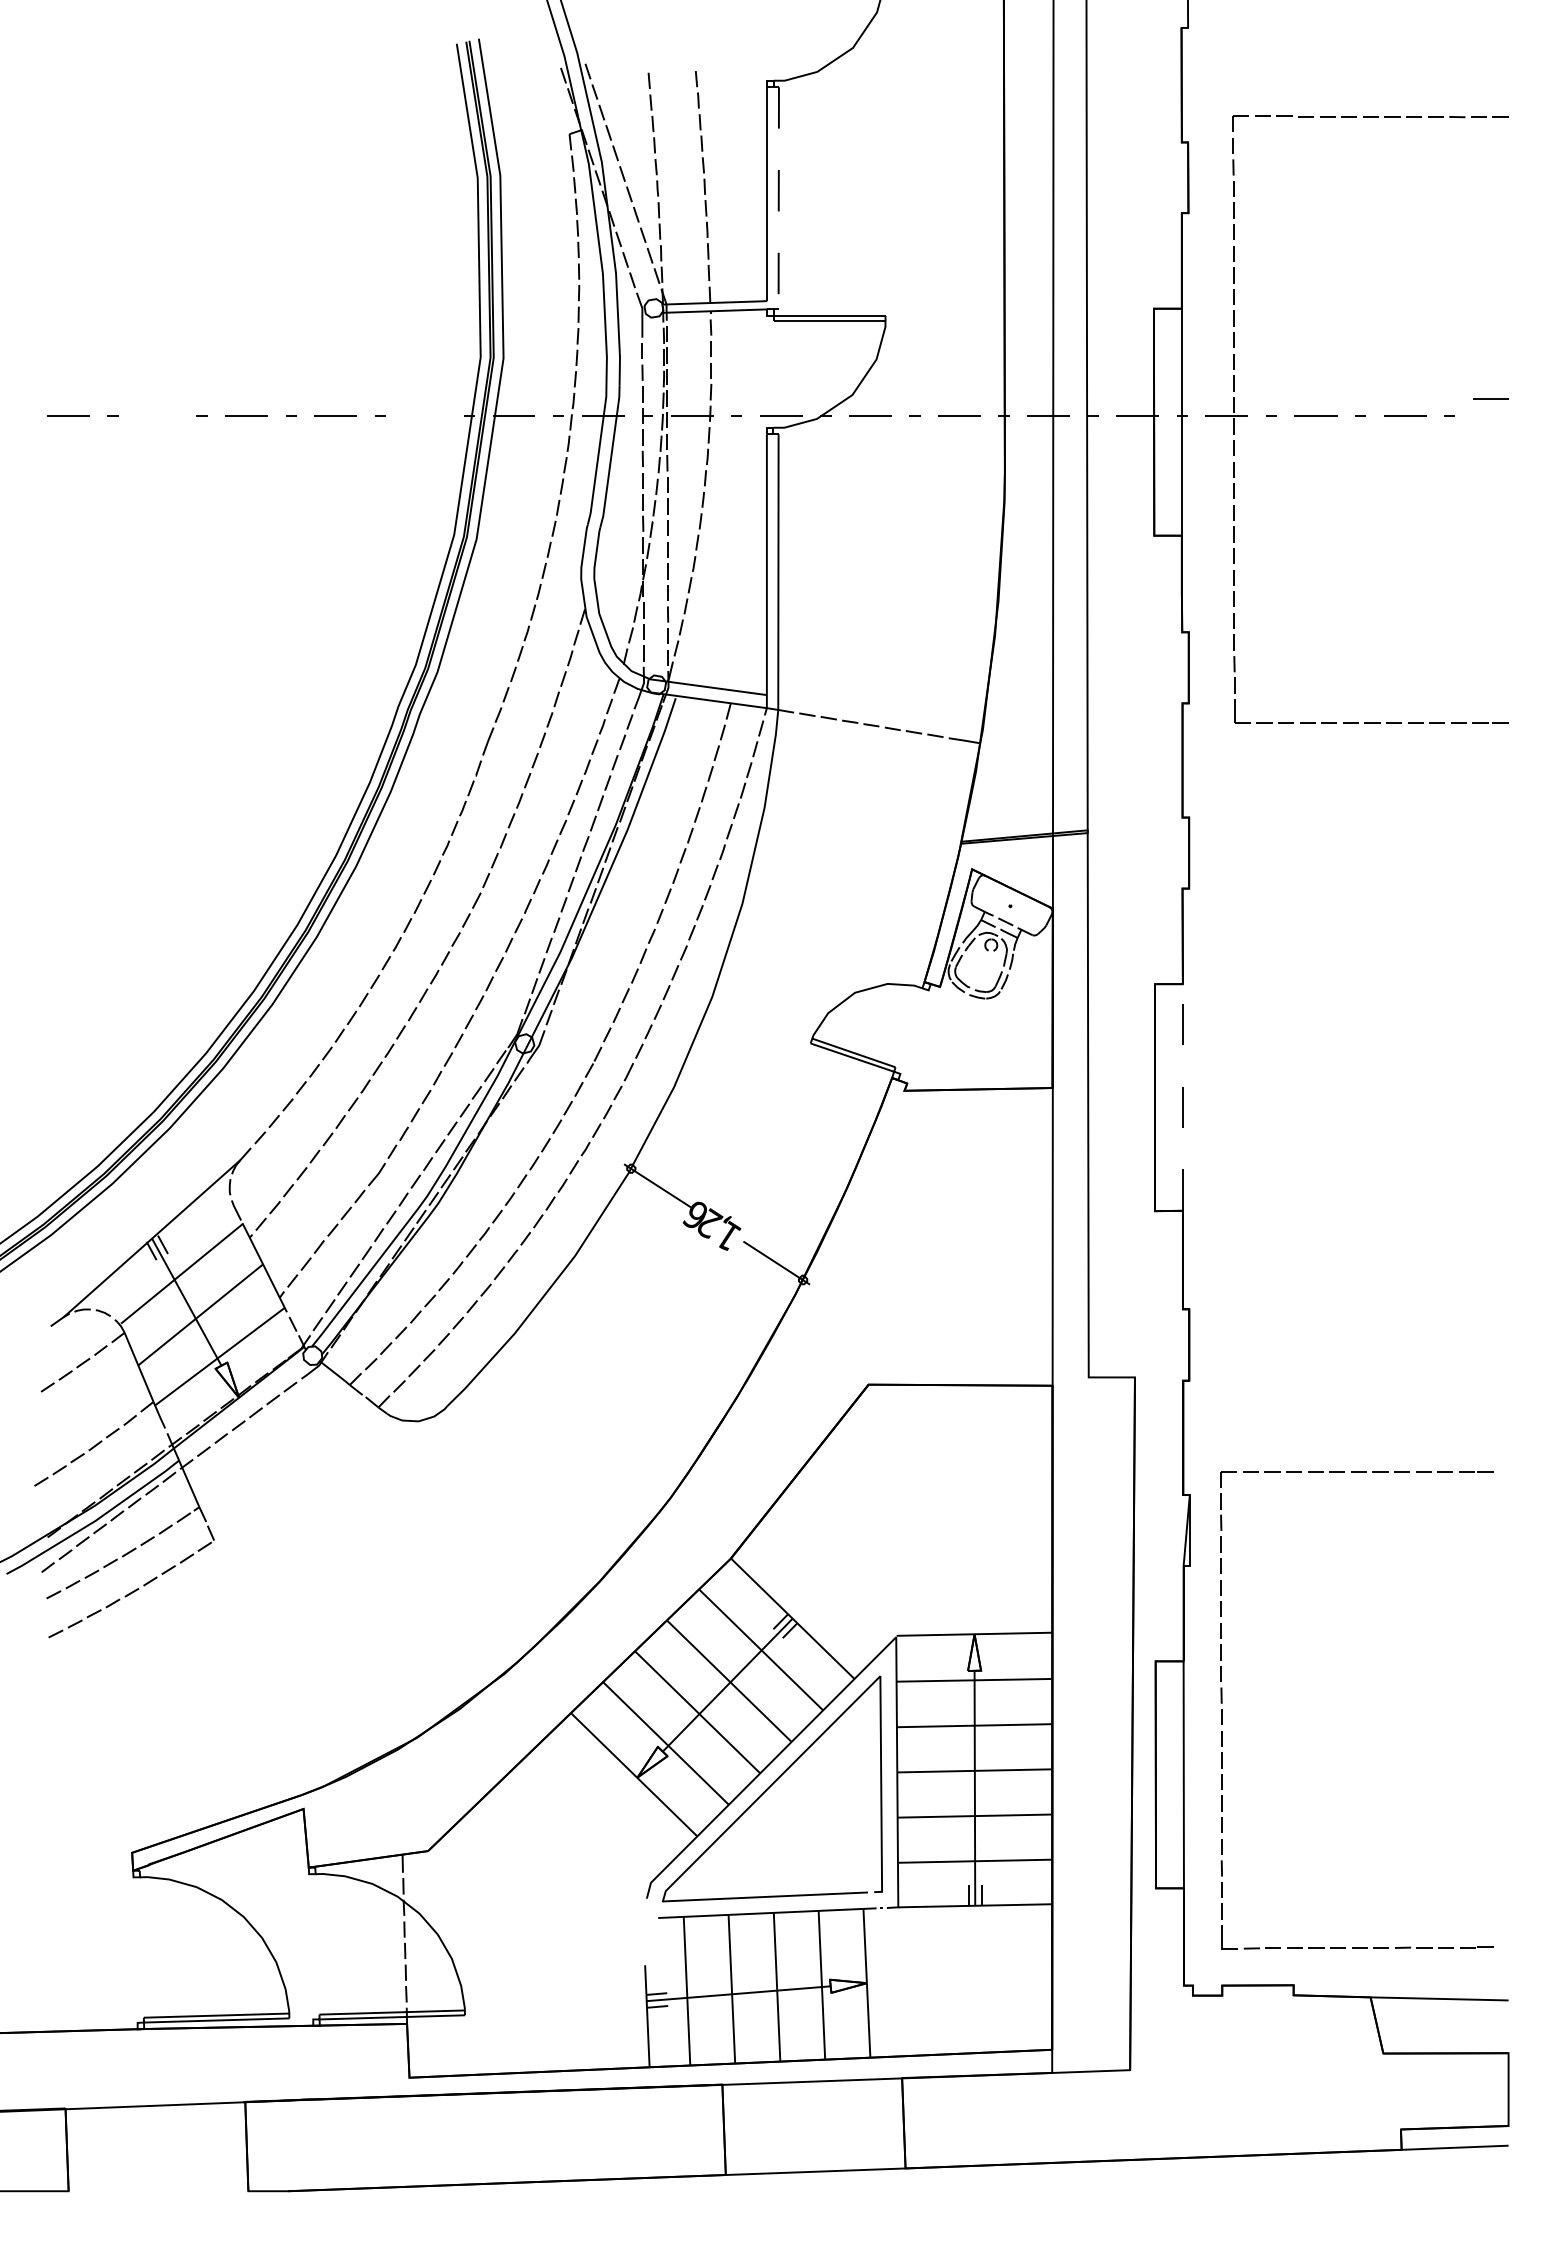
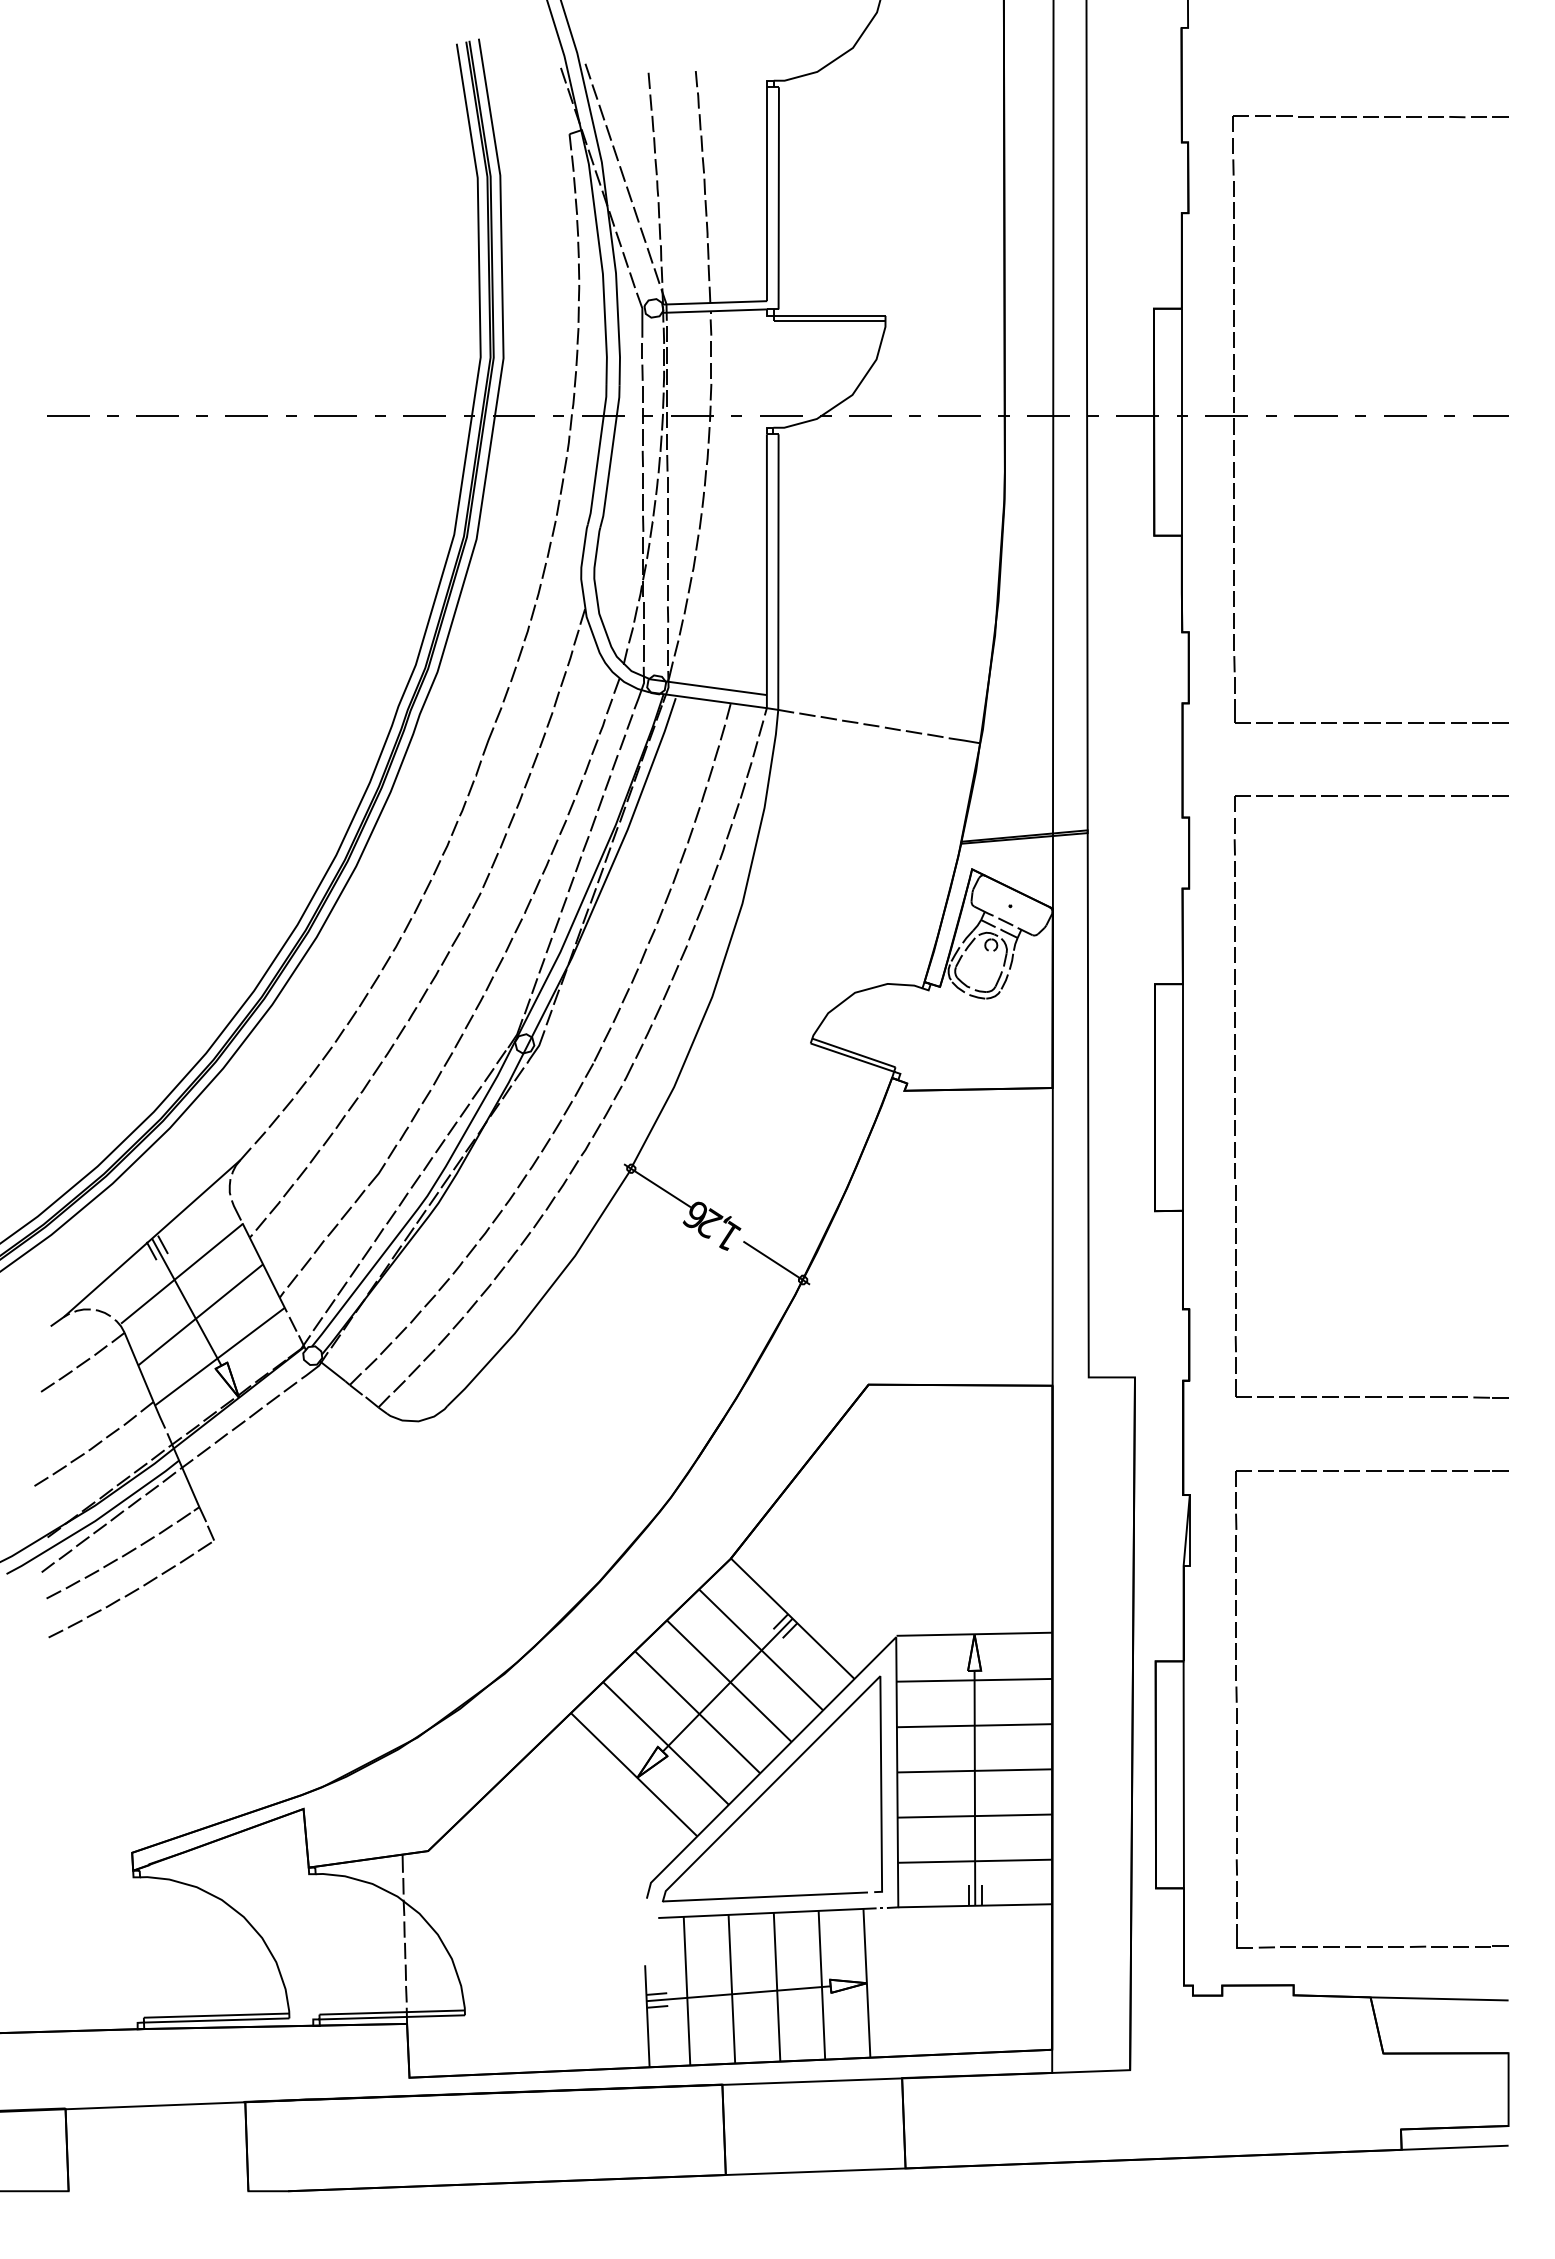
line at (778, 198): dashed -> solid
line at (1490, 398) position: (1490, 398) -> (1490, 415)
line at (157, 415): none -> present
line at (424, 415): none -> present
line at (1182, 1096): dashed -> solid
part at (1235, 1098): none -> present
part at (1222, 1710) position: (1222, 1710) -> (1237, 1709)
